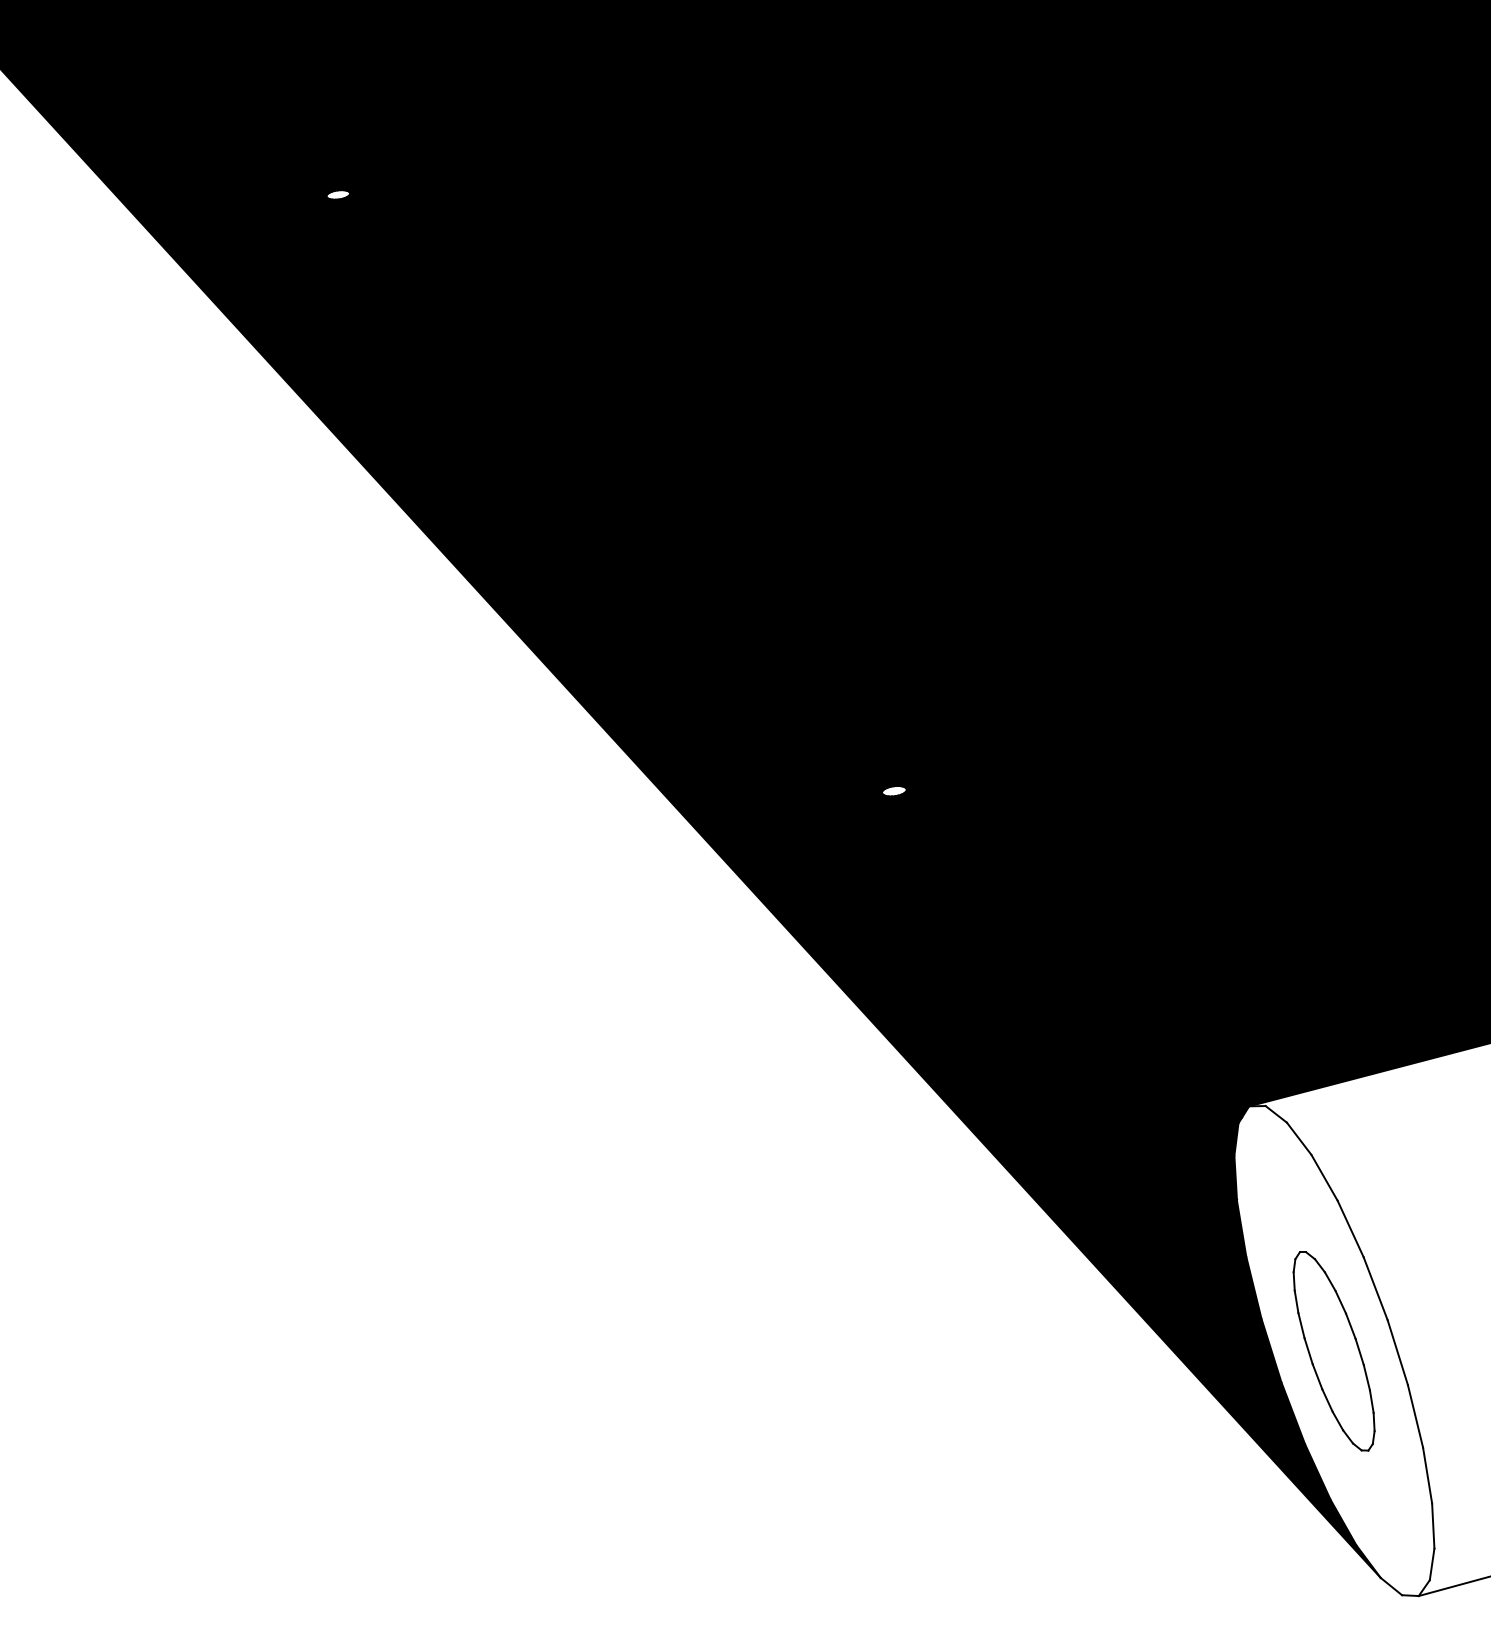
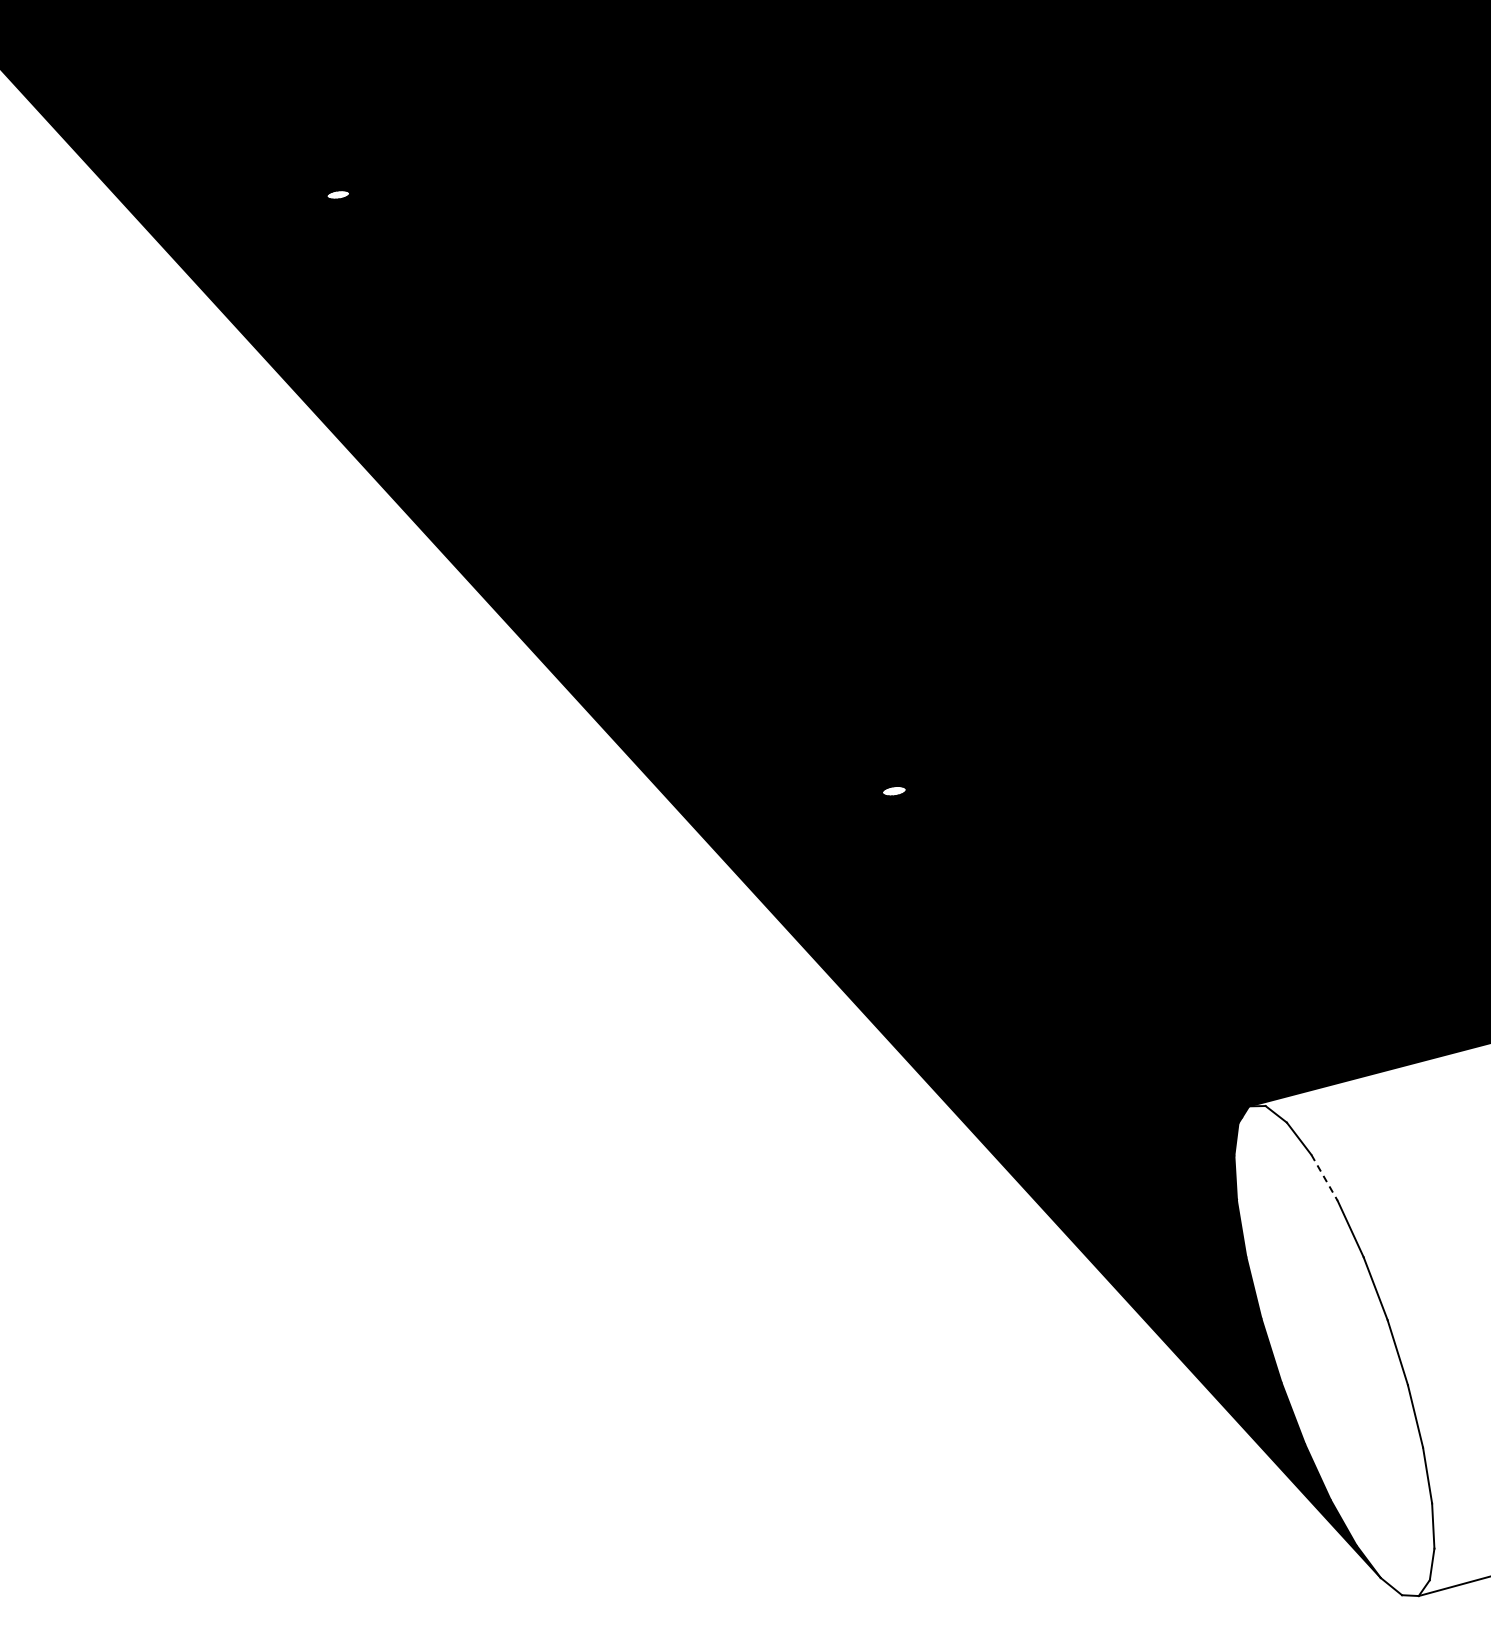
line at (1324, 1178): solid -> dashed
part at (1333, 1351): present -> none
